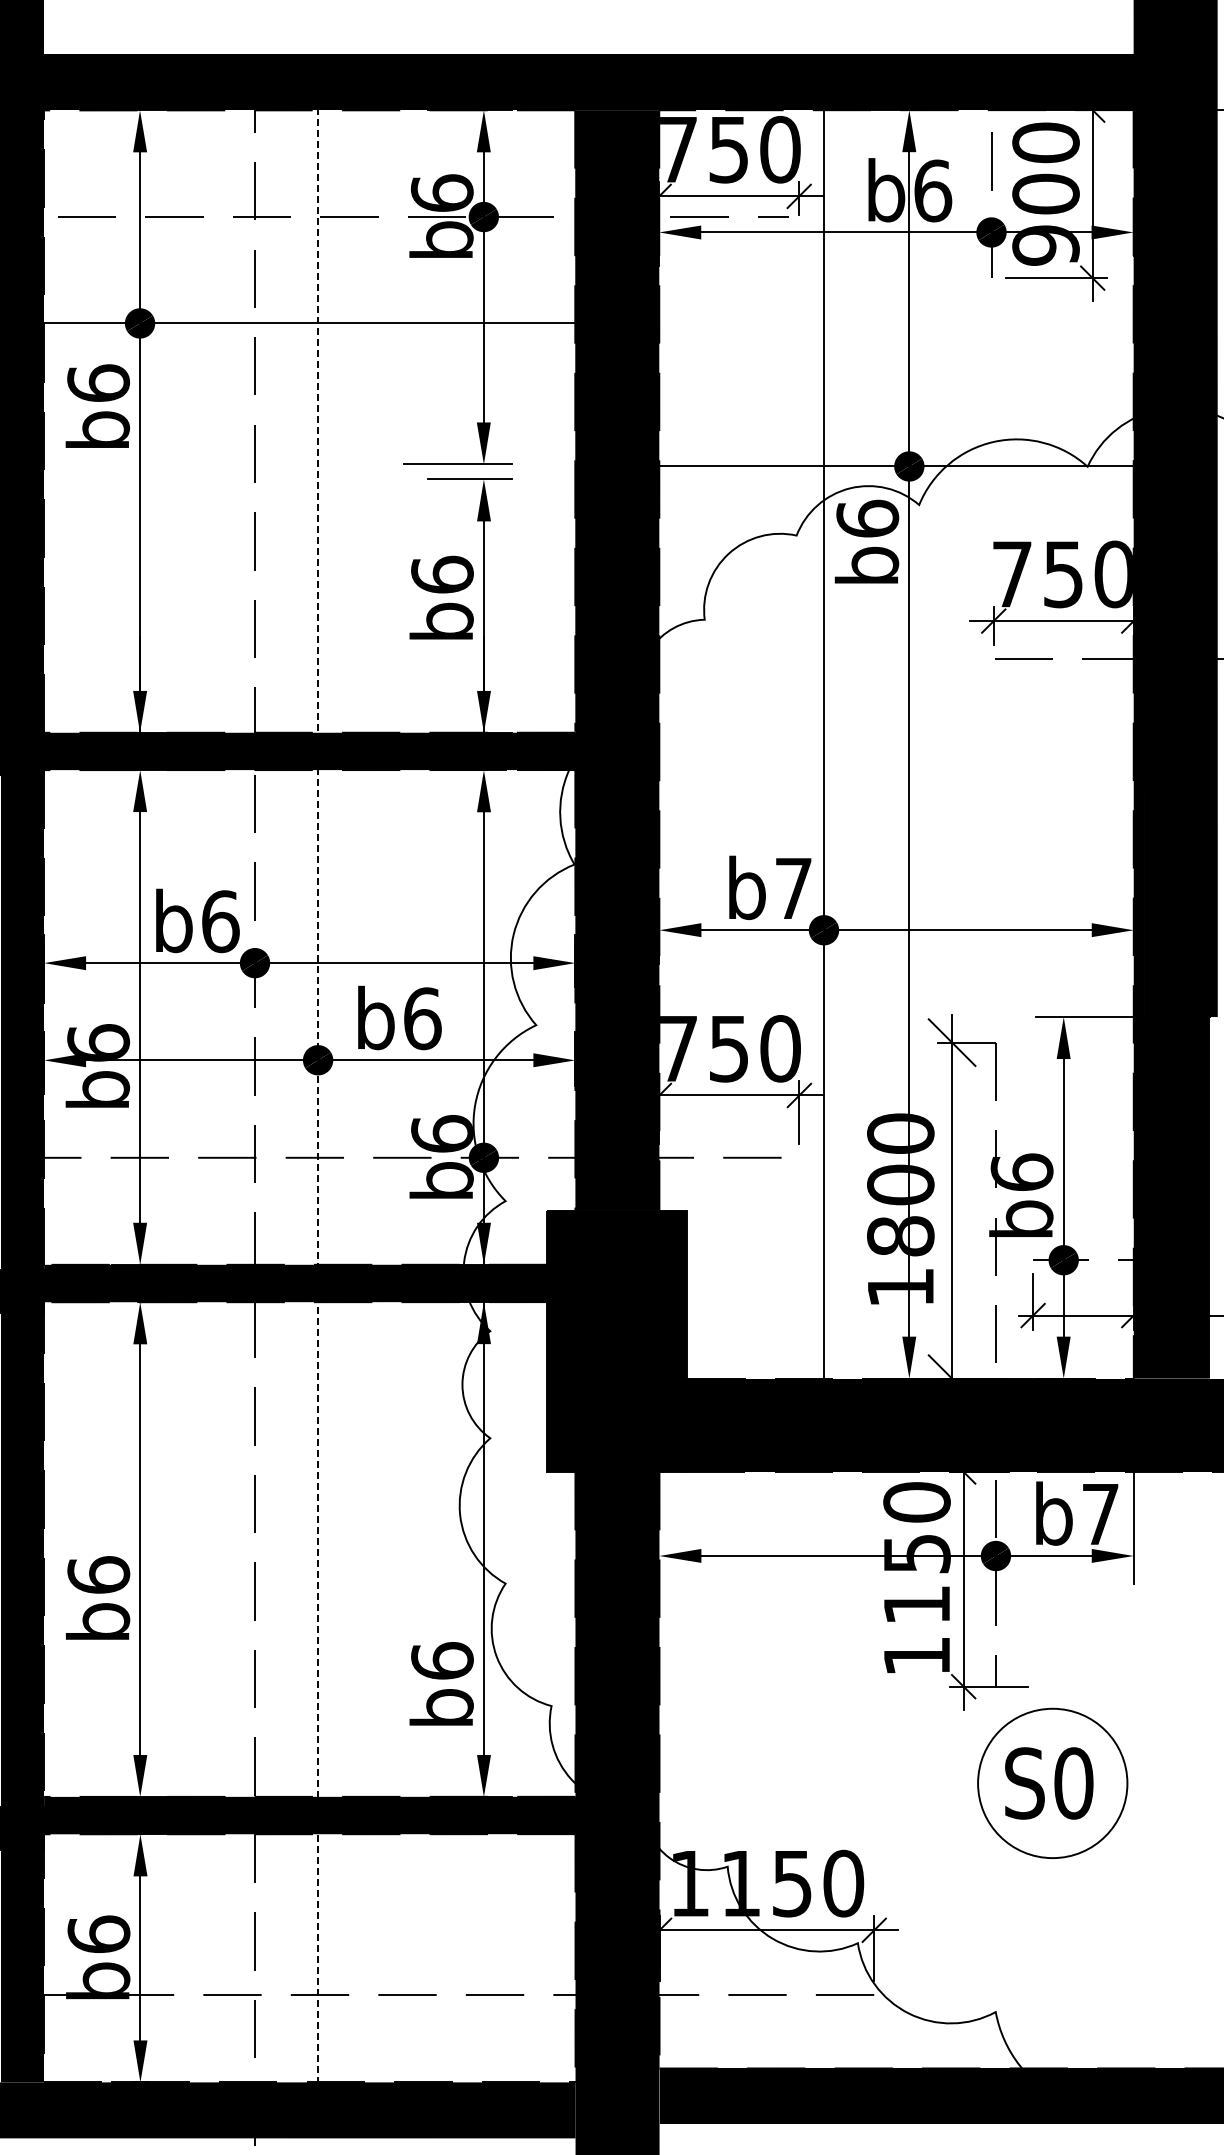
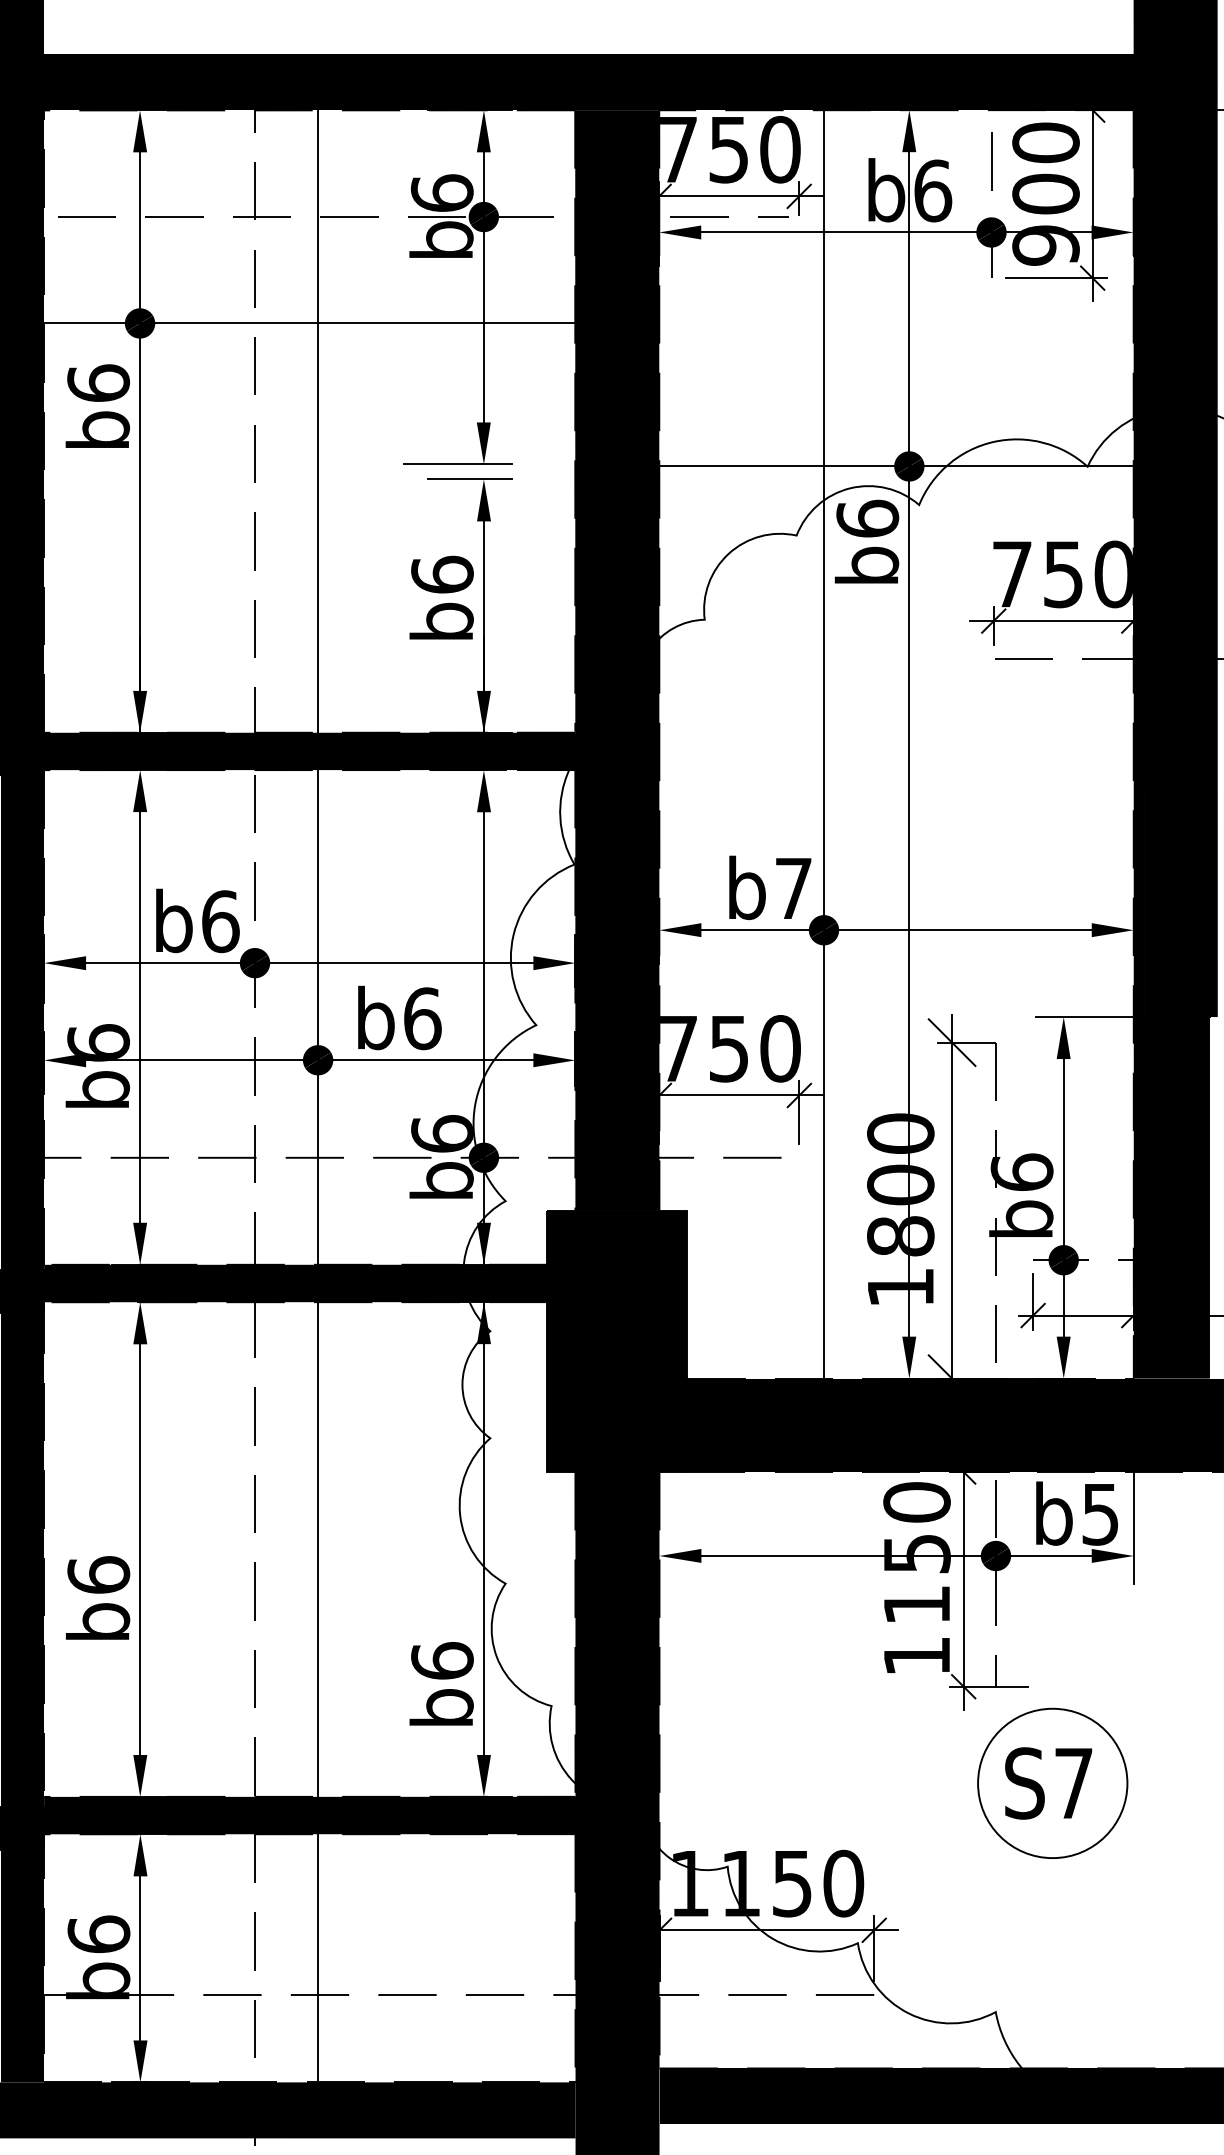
line at (318, 1093): dashed -> solid
text at (1100, 1514): b7 -> b5
text at (1073, 1783): S0 -> S7
